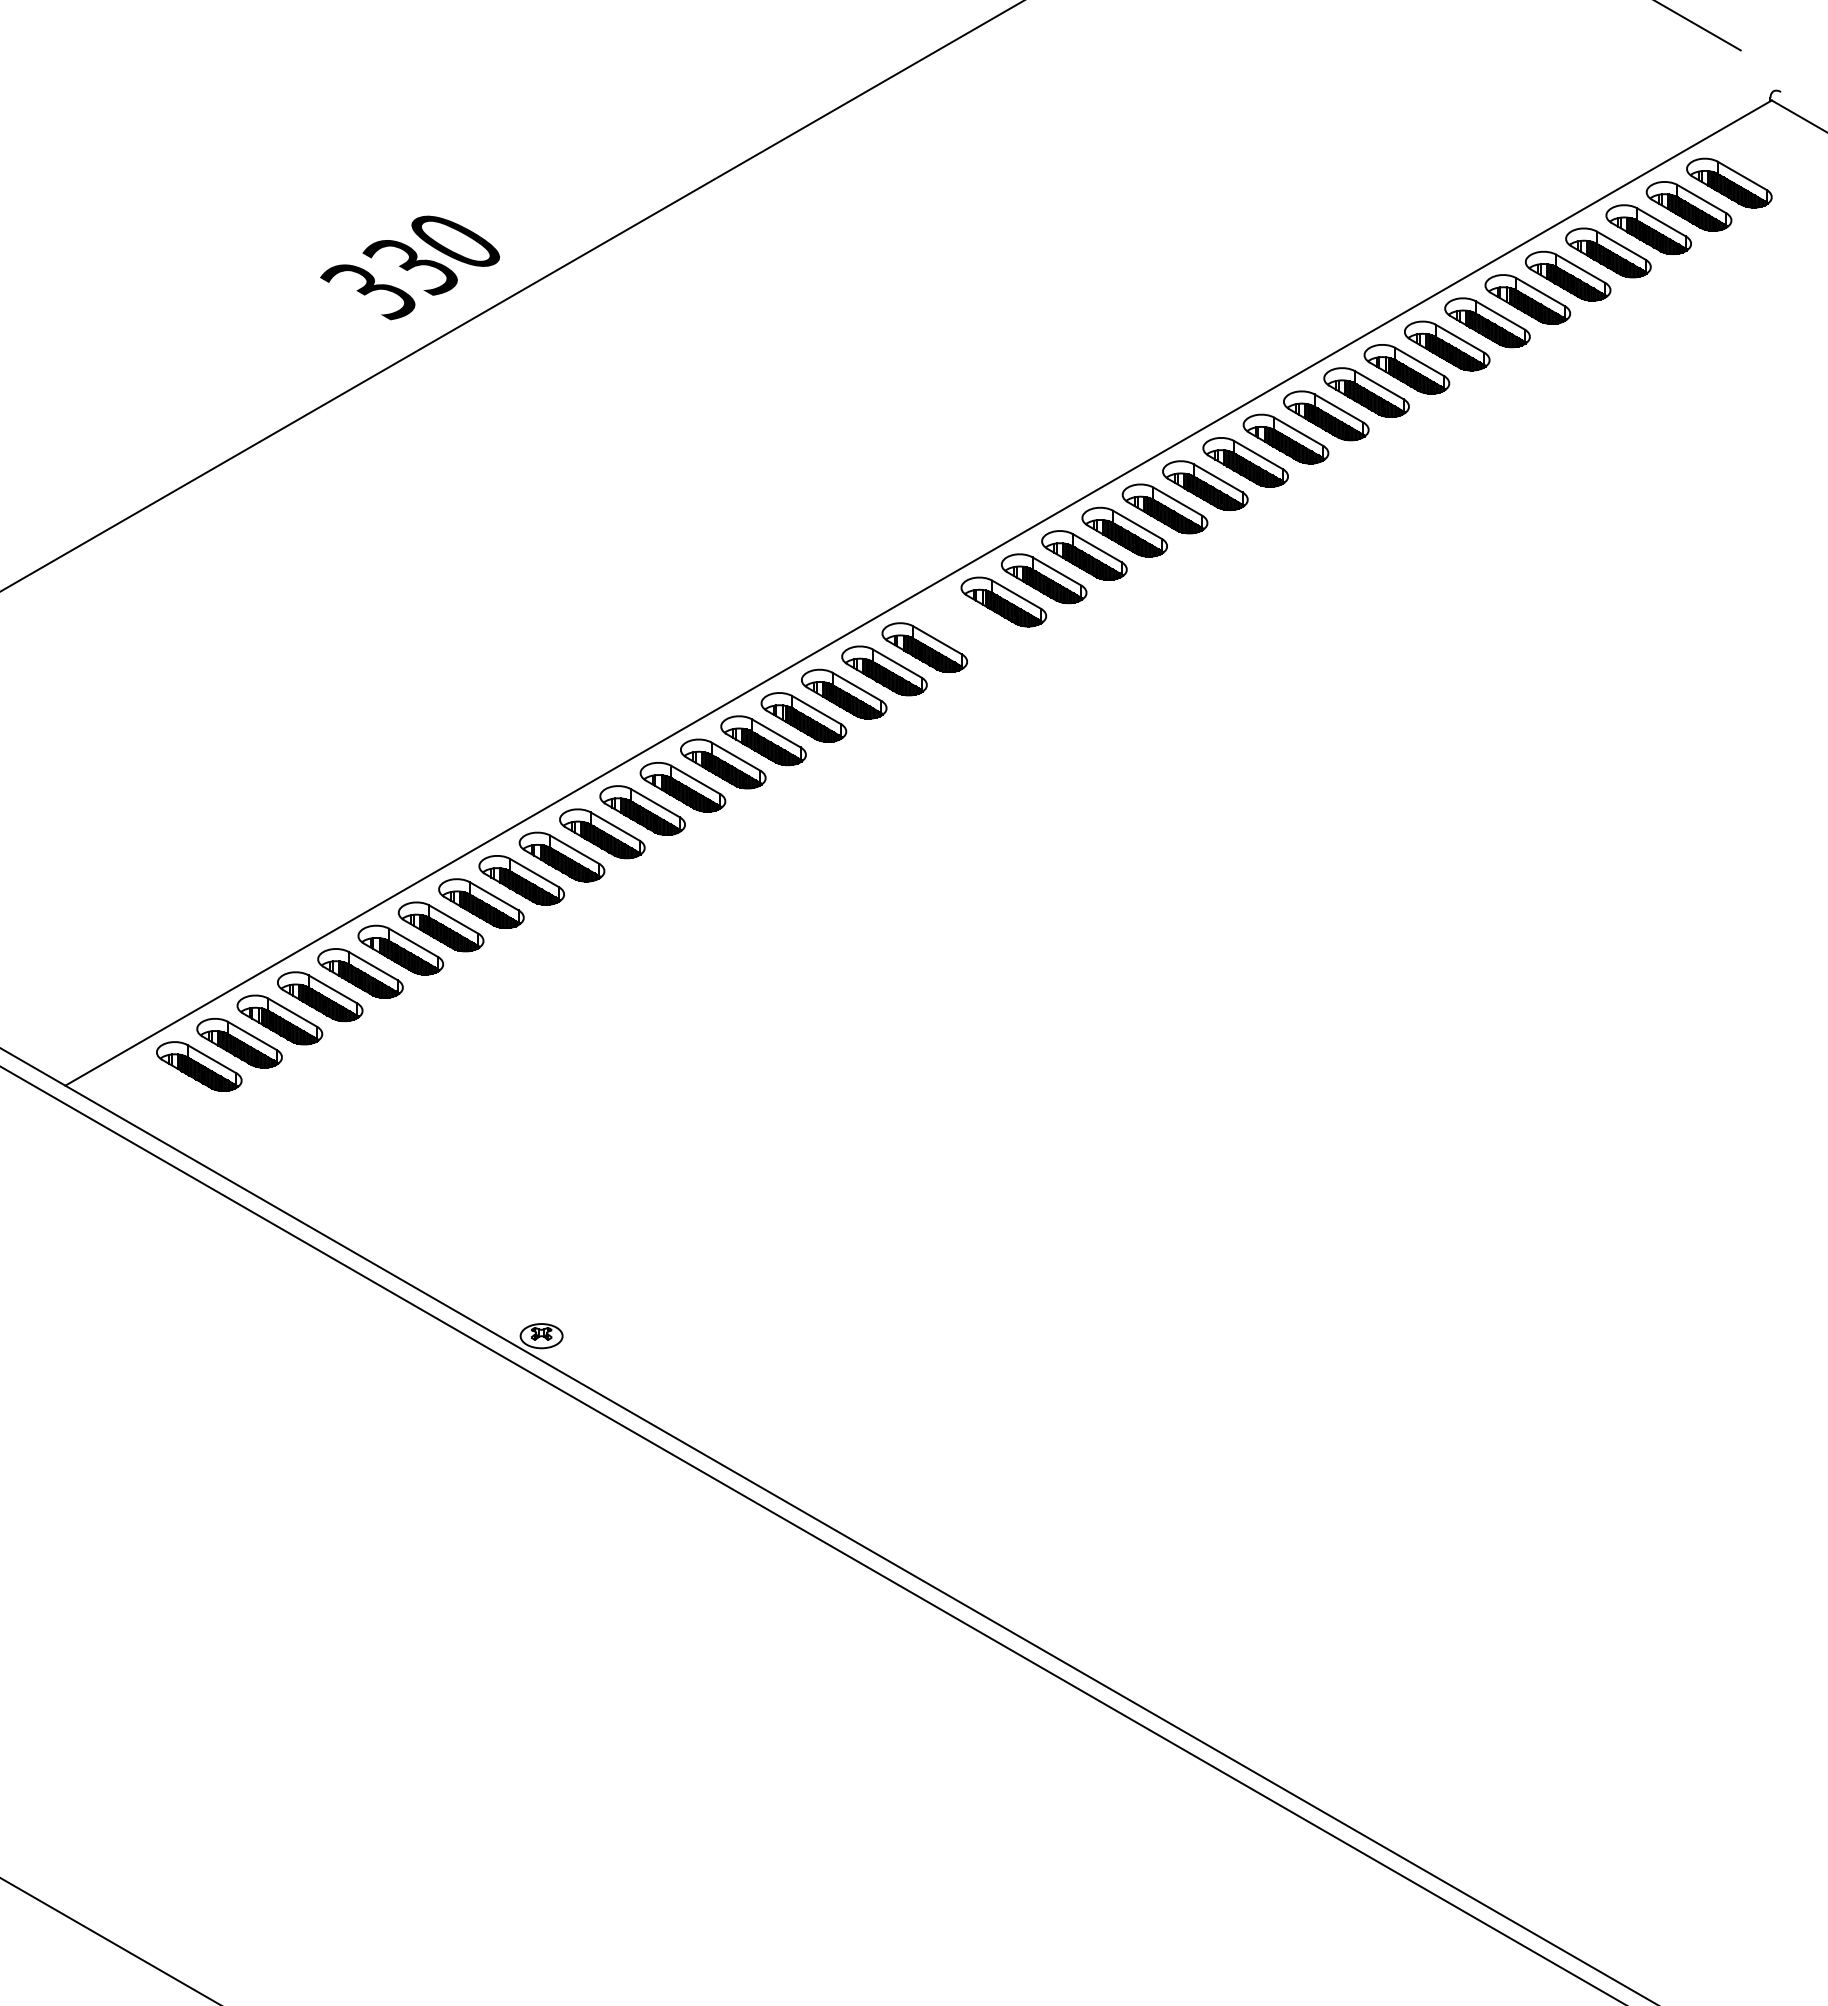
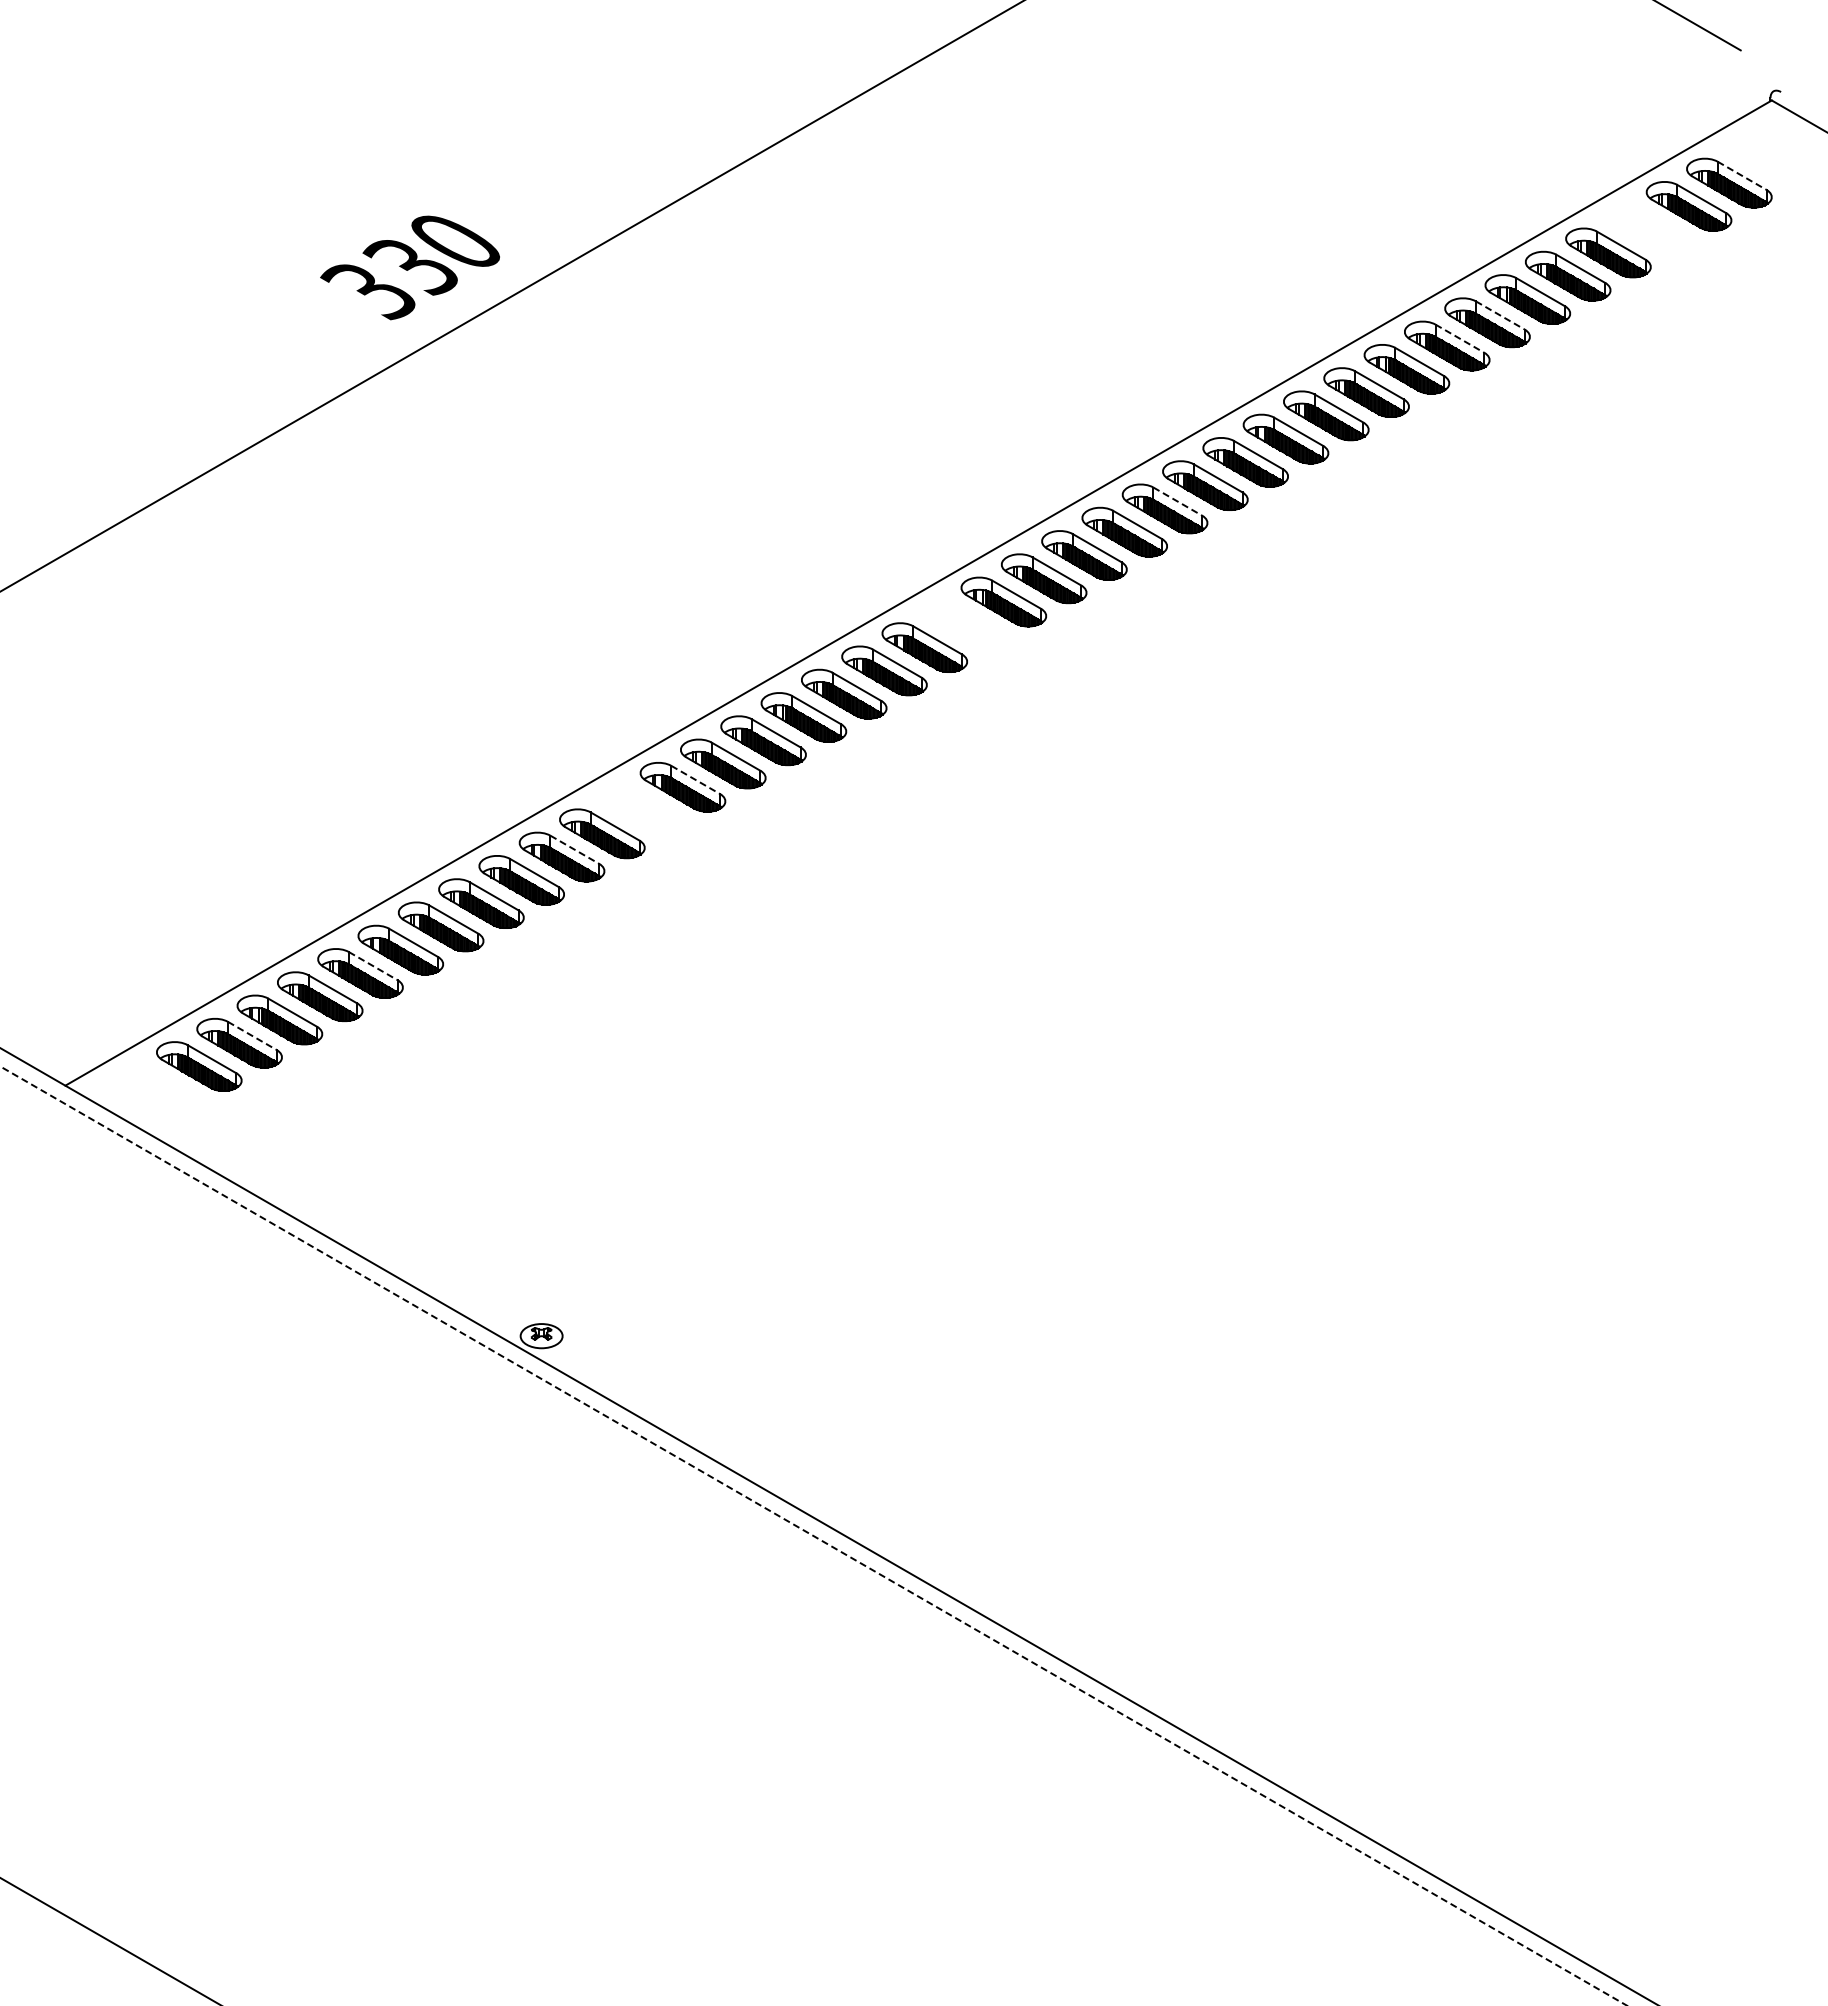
line at (1742, 176): solid -> dashed
part at (1648, 229): present -> none
line at (1500, 315): solid -> dashed
line at (1460, 338): solid -> dashed
line at (1178, 501): solid -> dashed
line at (696, 780): solid -> dashed
part at (642, 810): present -> none
line at (575, 850): solid -> dashed
line at (373, 966): solid -> dashed
line at (252, 1036): solid -> dashed
line at (814, 1536): solid -> dashed
